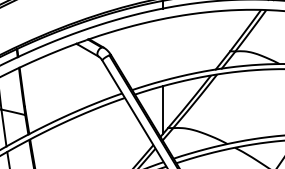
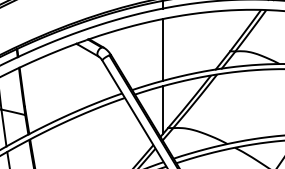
line at (162, 49): none -> present
